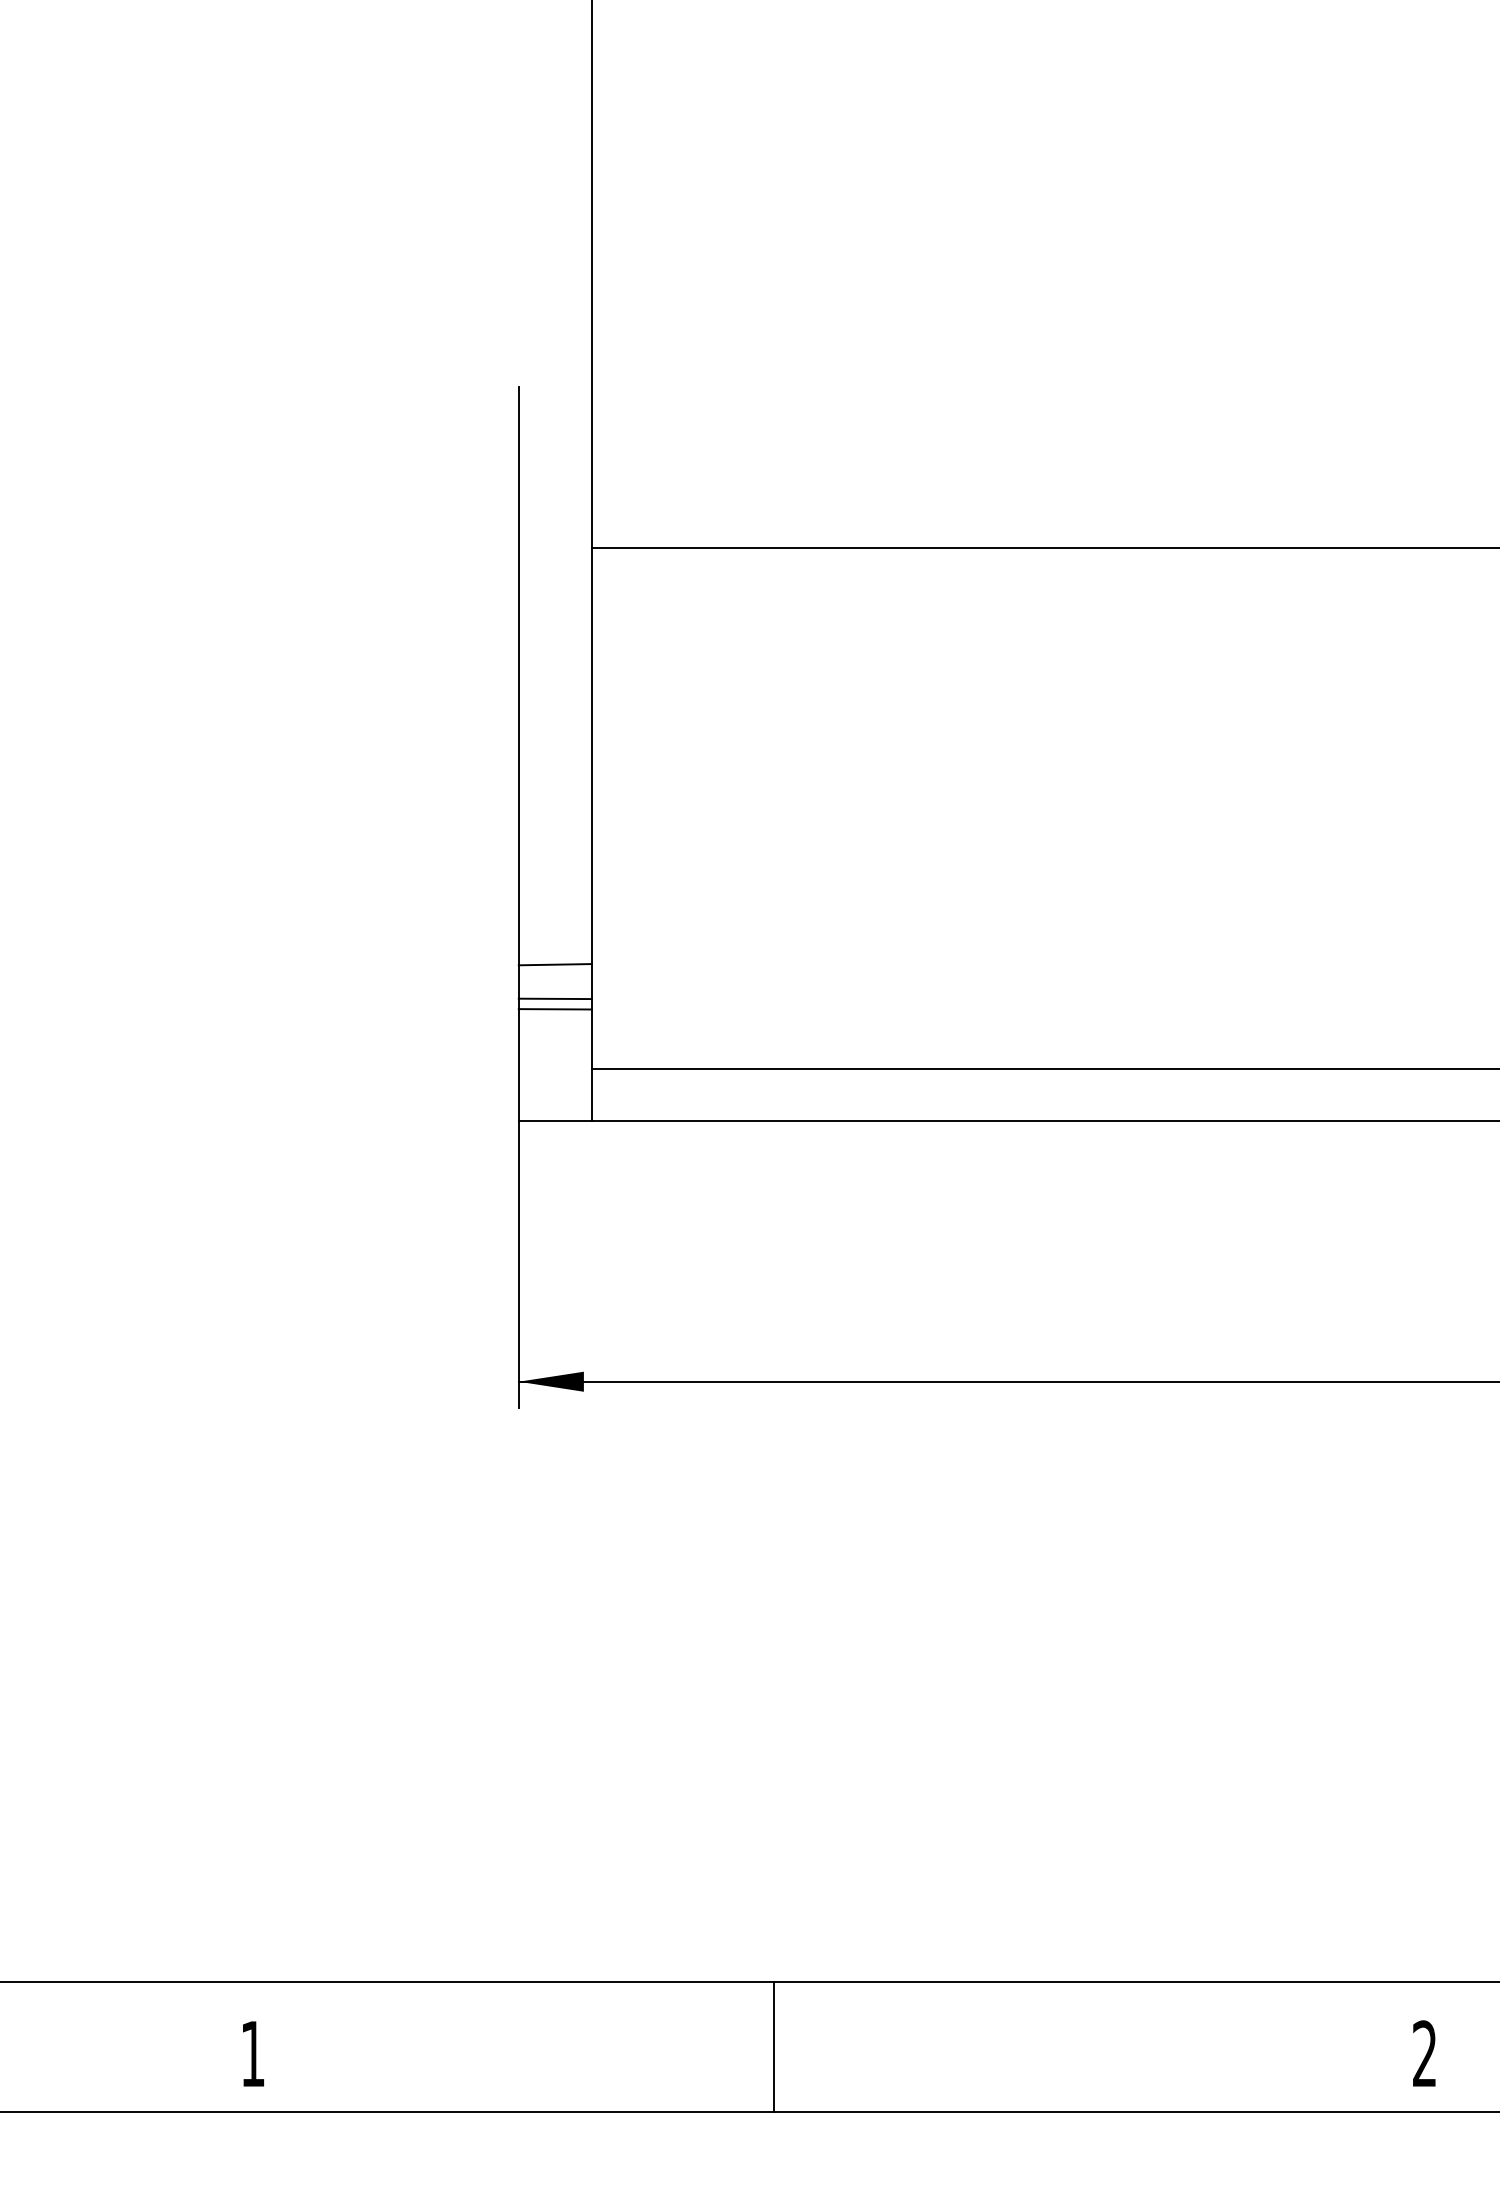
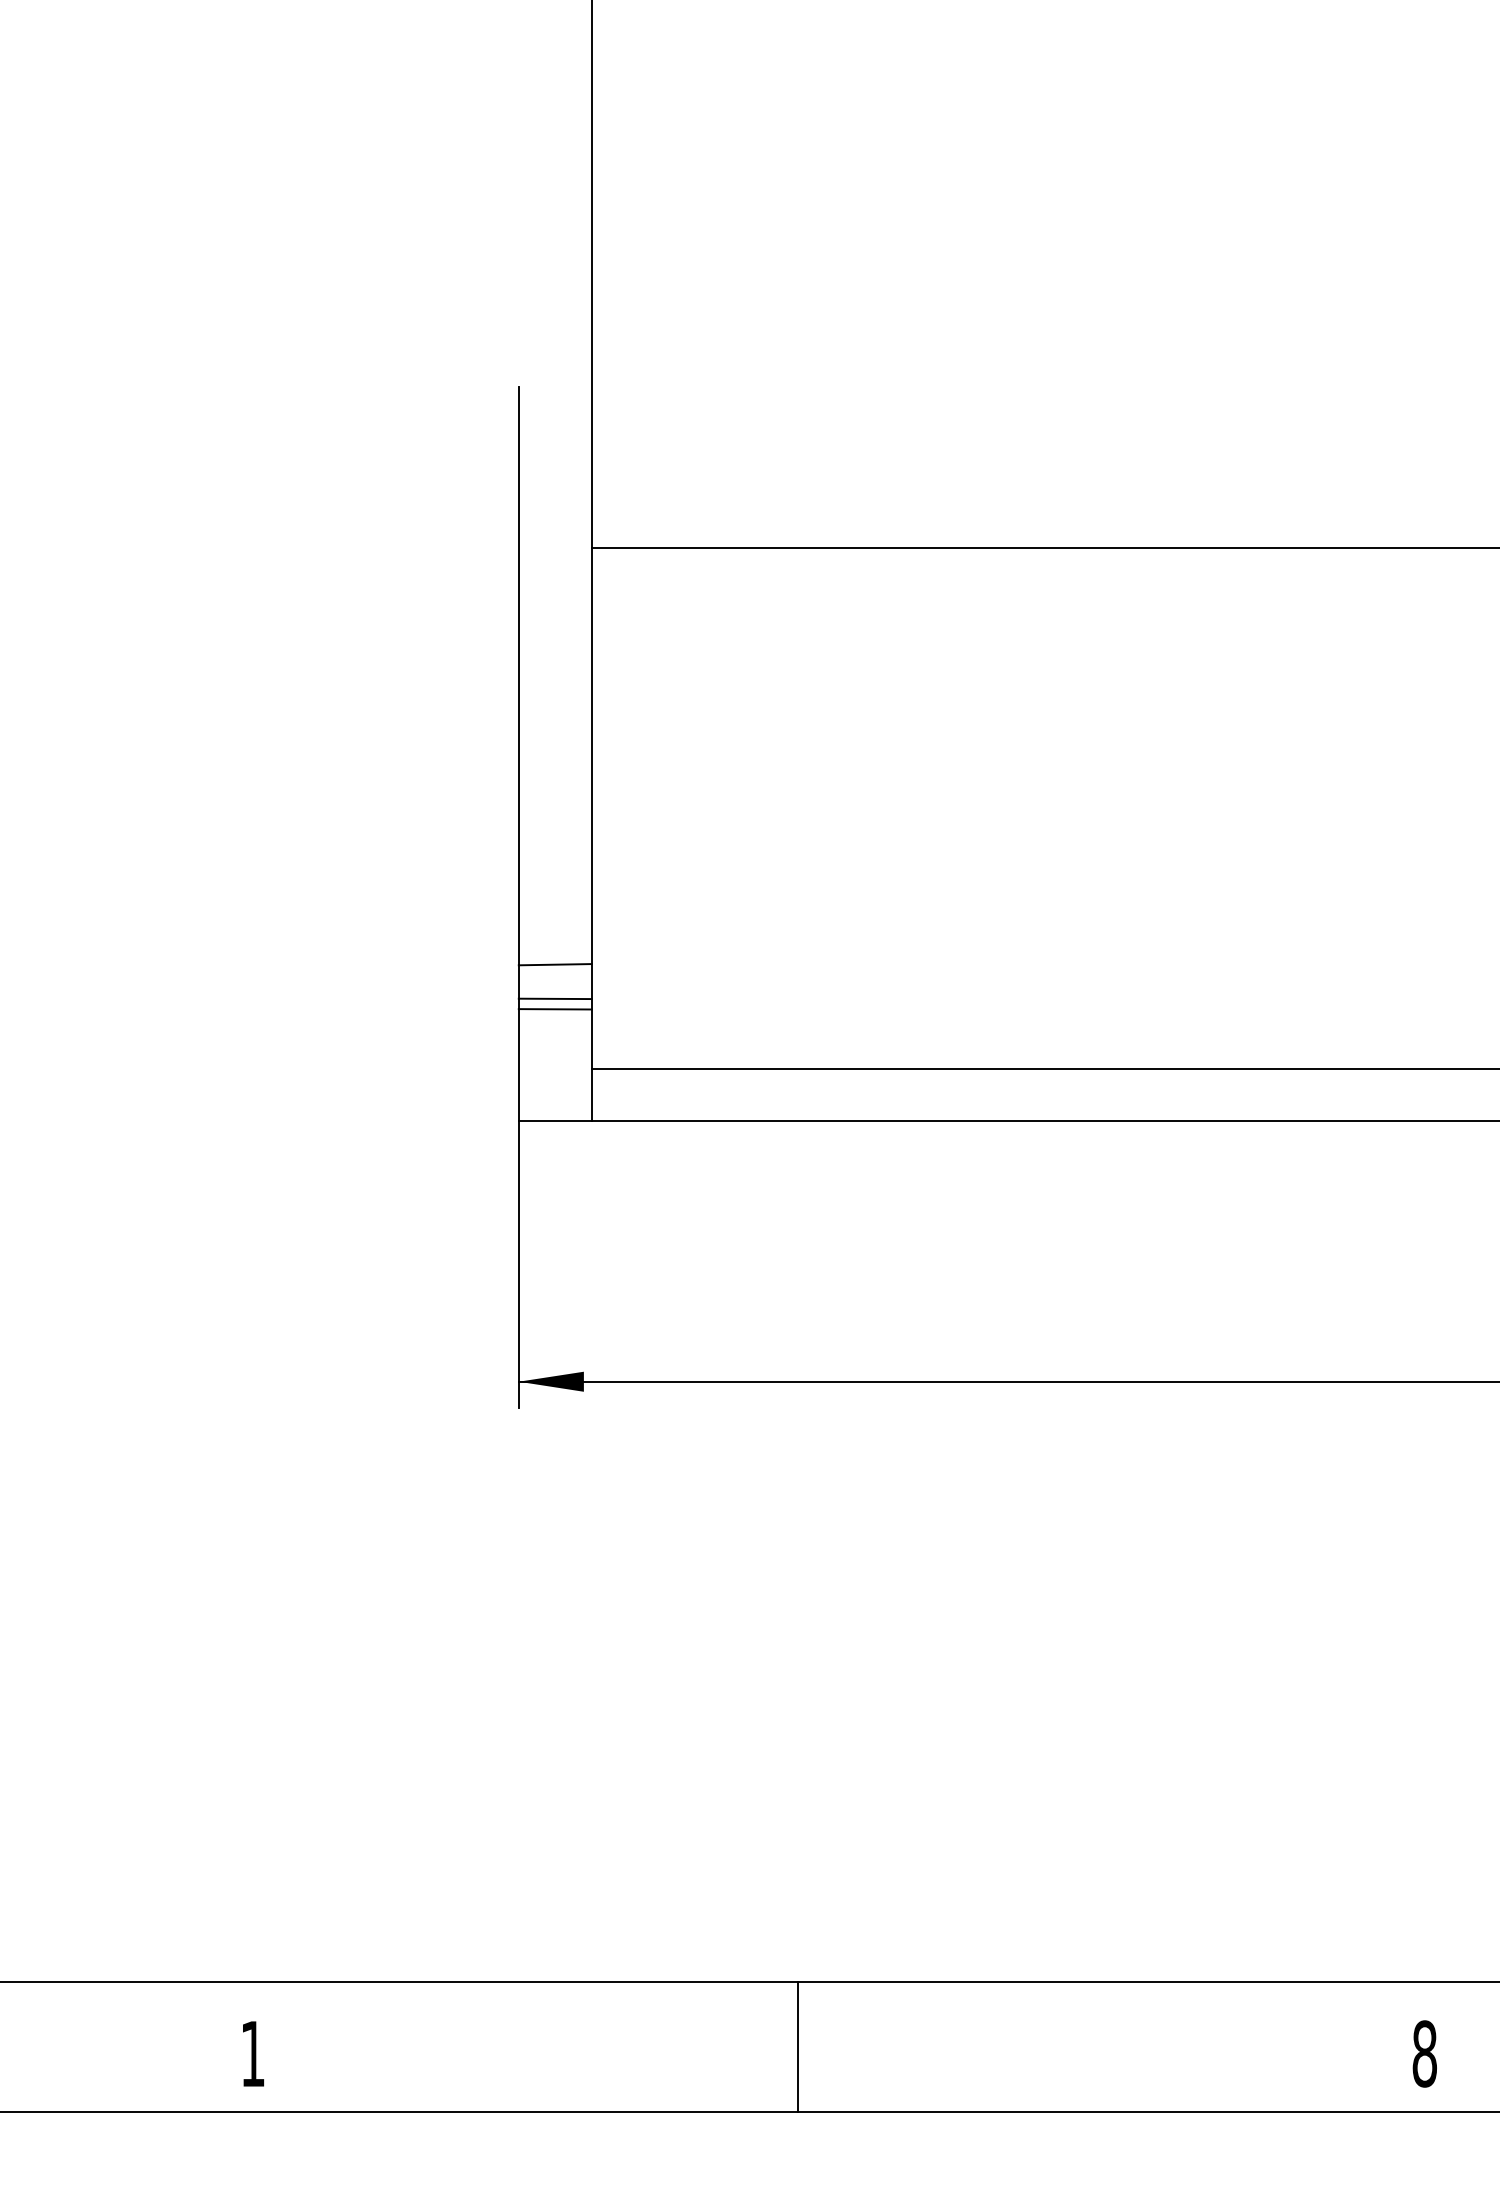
line at (774, 2046) position: (774, 2046) -> (798, 2046)
text at (1424, 2053): 2 -> 8
